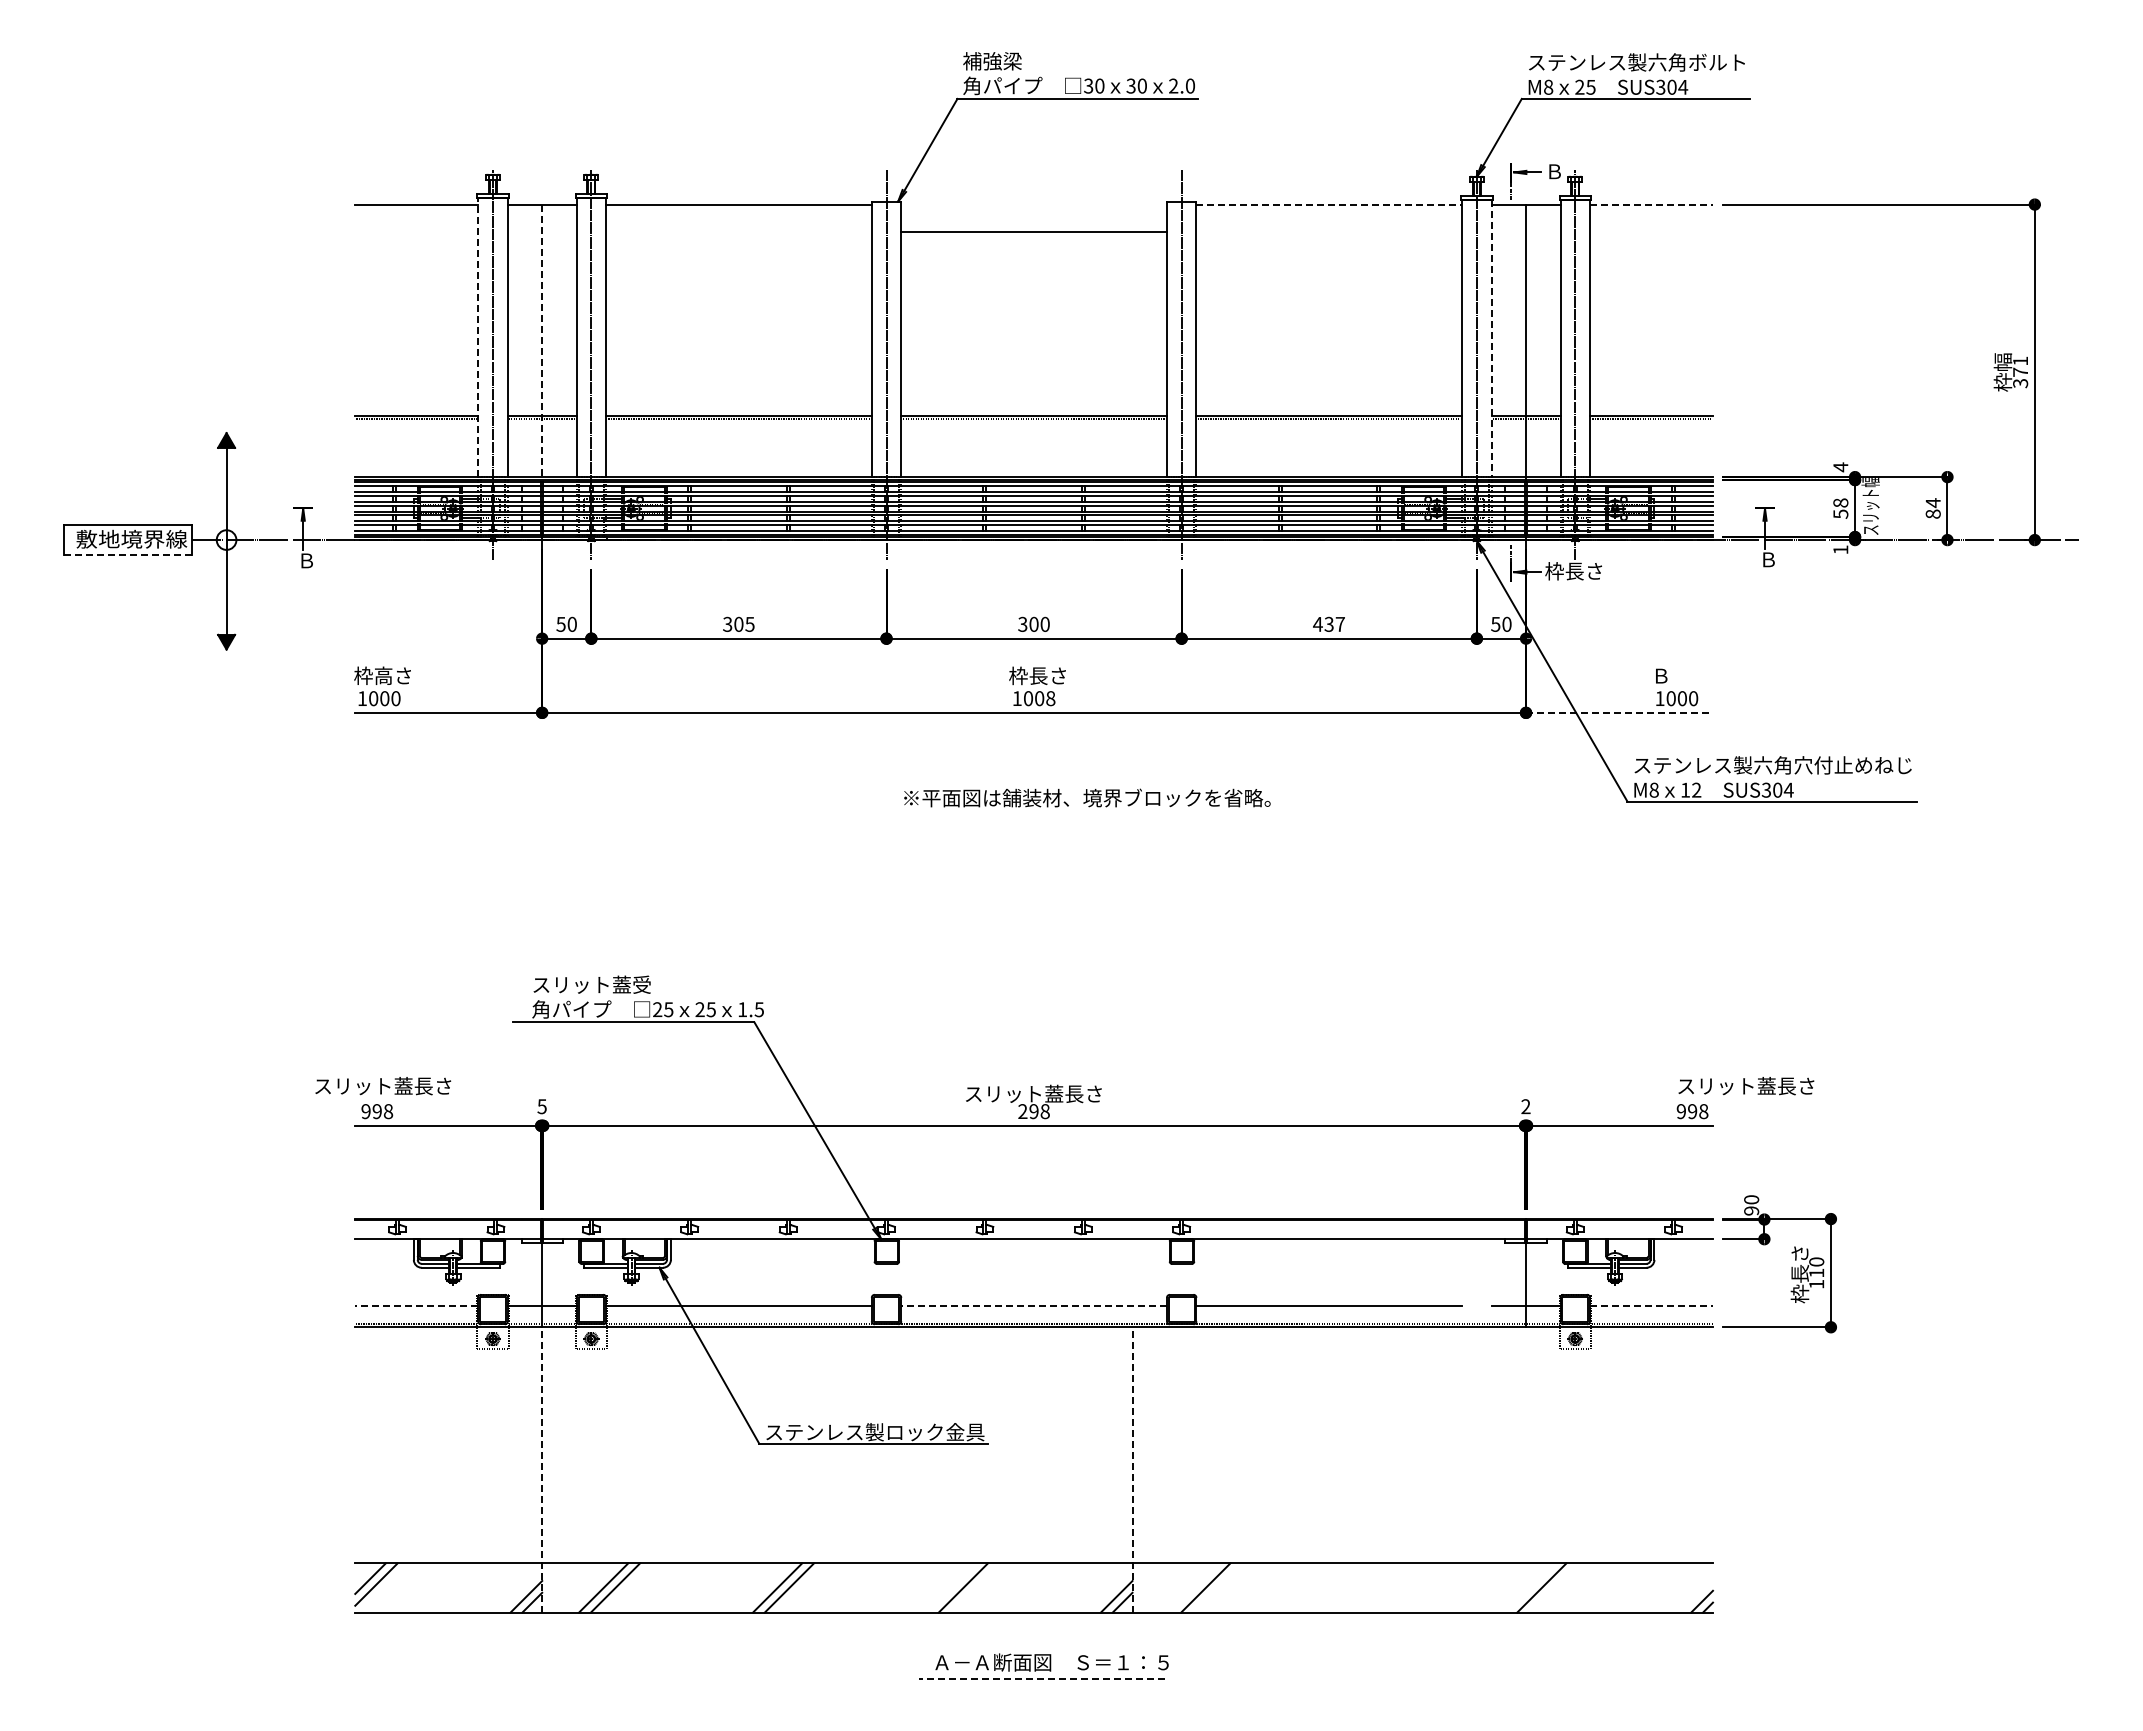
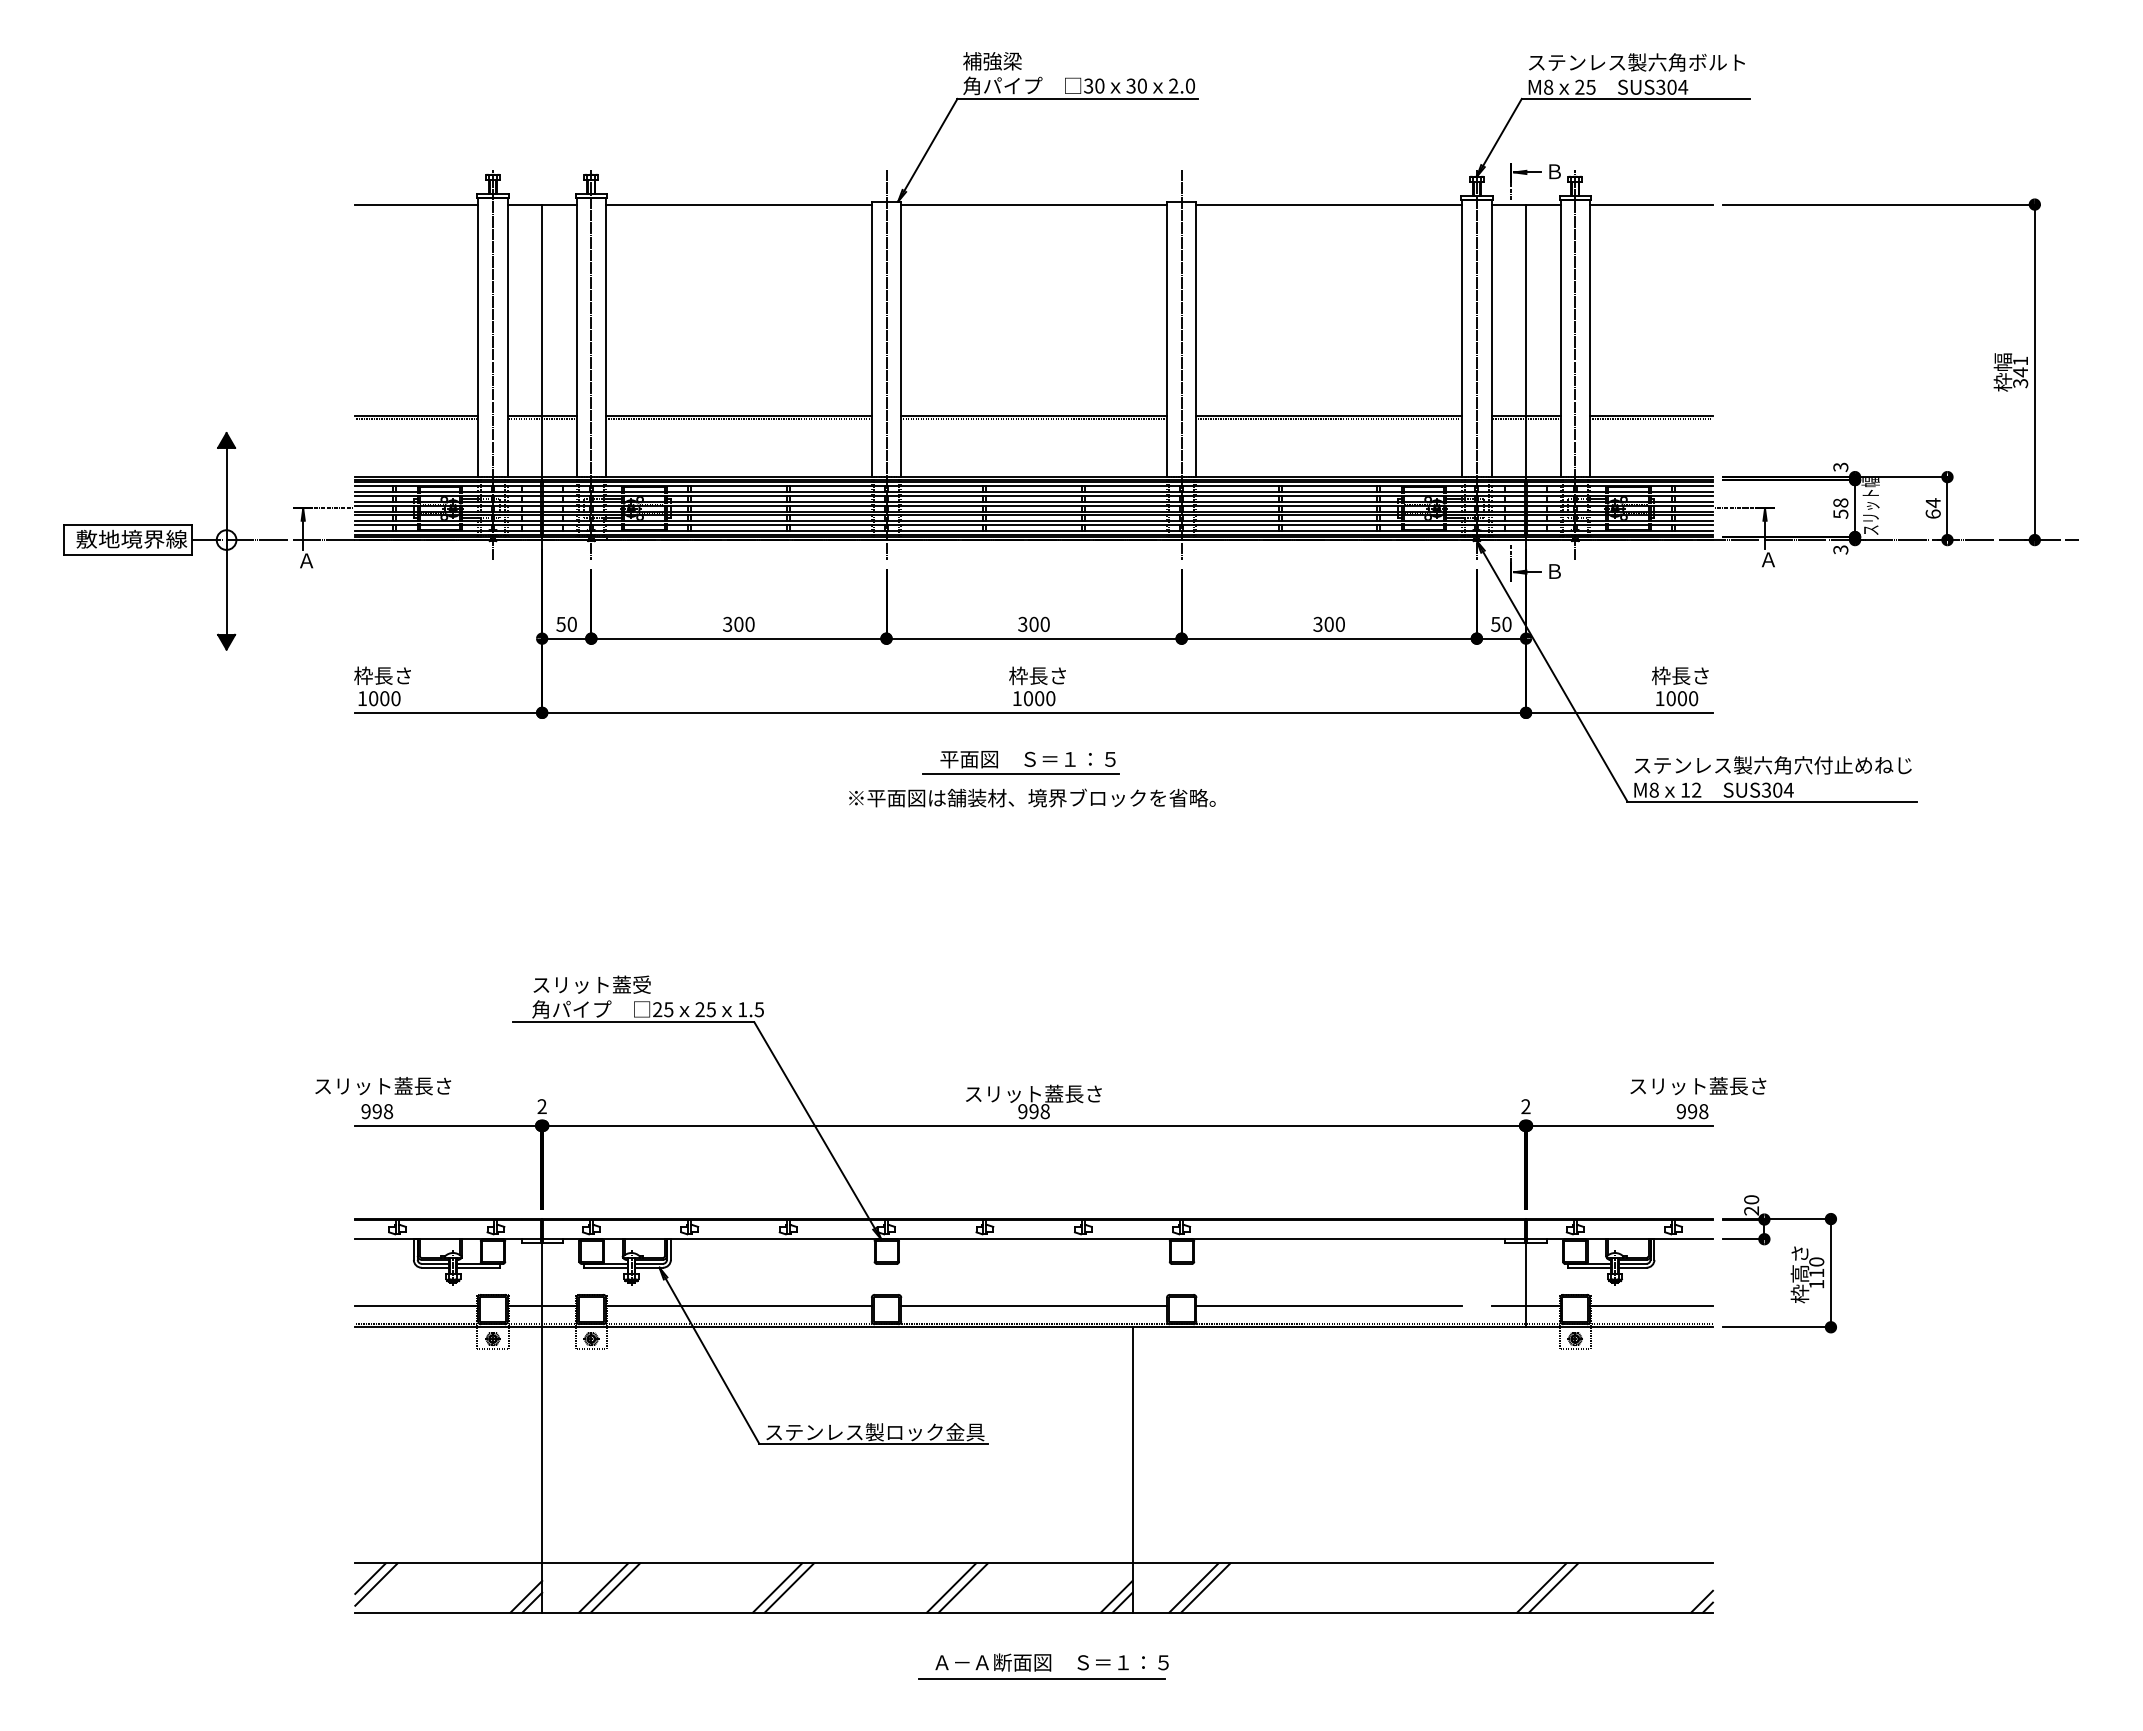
line at (1329, 204): dashed -> solid
line at (1652, 204): dashed -> solid
line at (1033, 231) position: (1033, 231) -> (1033, 204)
line at (478, 337): dashed -> solid
line at (1491, 338): dashed -> solid
line at (542, 342): dashed -> solid
text at (2020, 372): 371 -> 341
text at (1840, 467): 4 -> 3
line at (333, 507): none -> present
line at (1734, 507): none -> present
text at (1932, 513): 84 -> 64
text at (1840, 549): 1 -> 3
line at (128, 554): dashed -> solid
text at (1768, 559): Ｂ -> Ａ
text at (306, 560): Ｂ -> Ａ
text at (1573, 571): 枠長さ -> Ｂ
text at (749, 623): 305 -> 300
text at (1328, 623): 437 -> 300
text at (383, 675): 枠高さ -> 枠長さ
text at (1680, 675): Ｂ -> 枠長さ
text at (1050, 698): 1008 -> 1000
line at (1620, 712): dashed -> solid
part at (1020, 762): none -> present
text at (1087, 797) position: (1087, 797) -> (1032, 797)
text at (1746, 1086) position: (1746, 1086) -> (1698, 1086)
text at (541, 1106): 5 -> 2
text at (1022, 1111): 298 -> 998
text at (1752, 1210): 90 -> 20
text at (1799, 1273): 枠長さ -> 枠高さ
line at (416, 1305): dashed -> solid
line at (1034, 1305): dashed -> solid
line at (1652, 1305): dashed -> solid
line at (542, 1469): dashed -> solid
line at (1132, 1469): dashed -> solid
line at (951, 1587): none -> present
line at (1193, 1587): none -> present
line at (1553, 1587): none -> present
line at (1041, 1679): dashed -> solid
